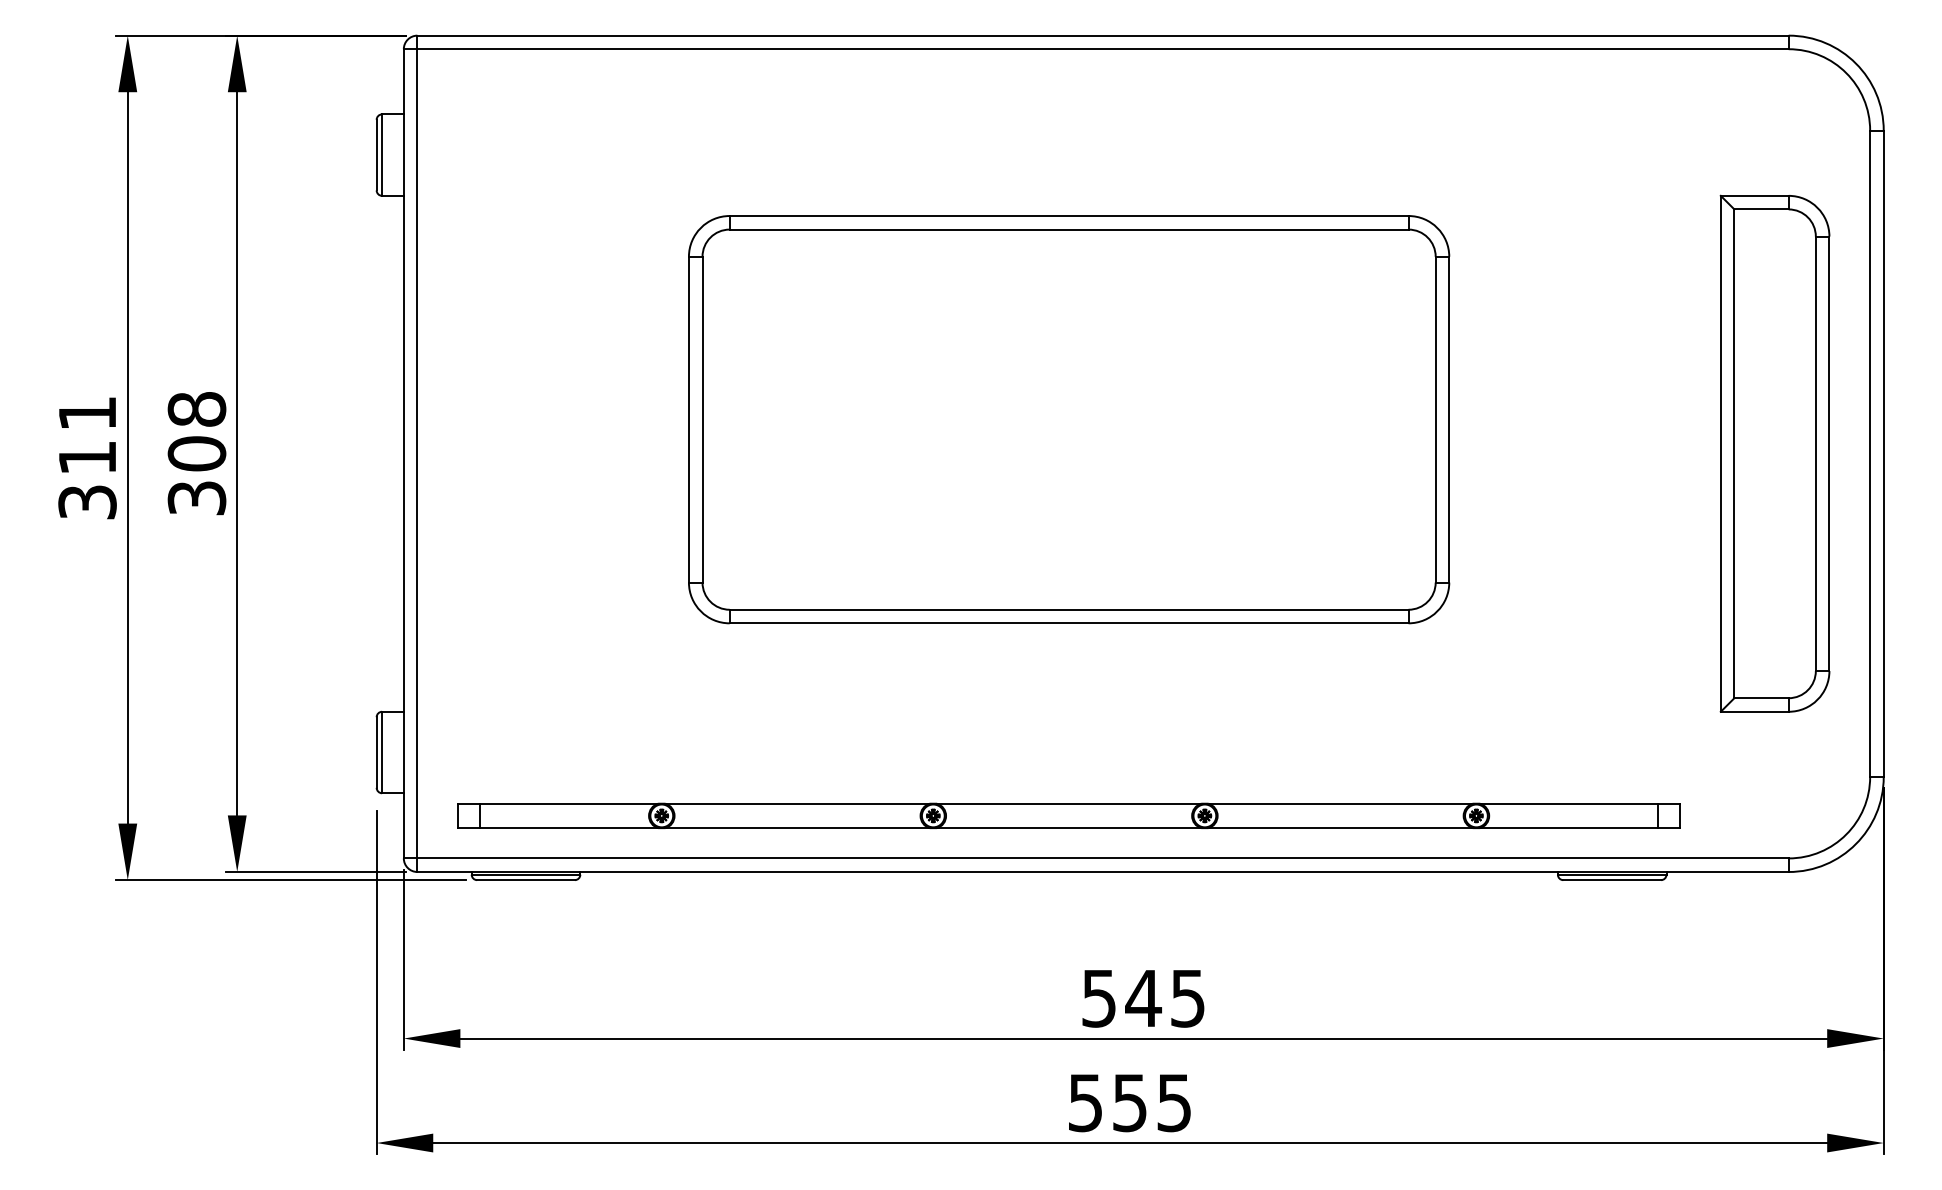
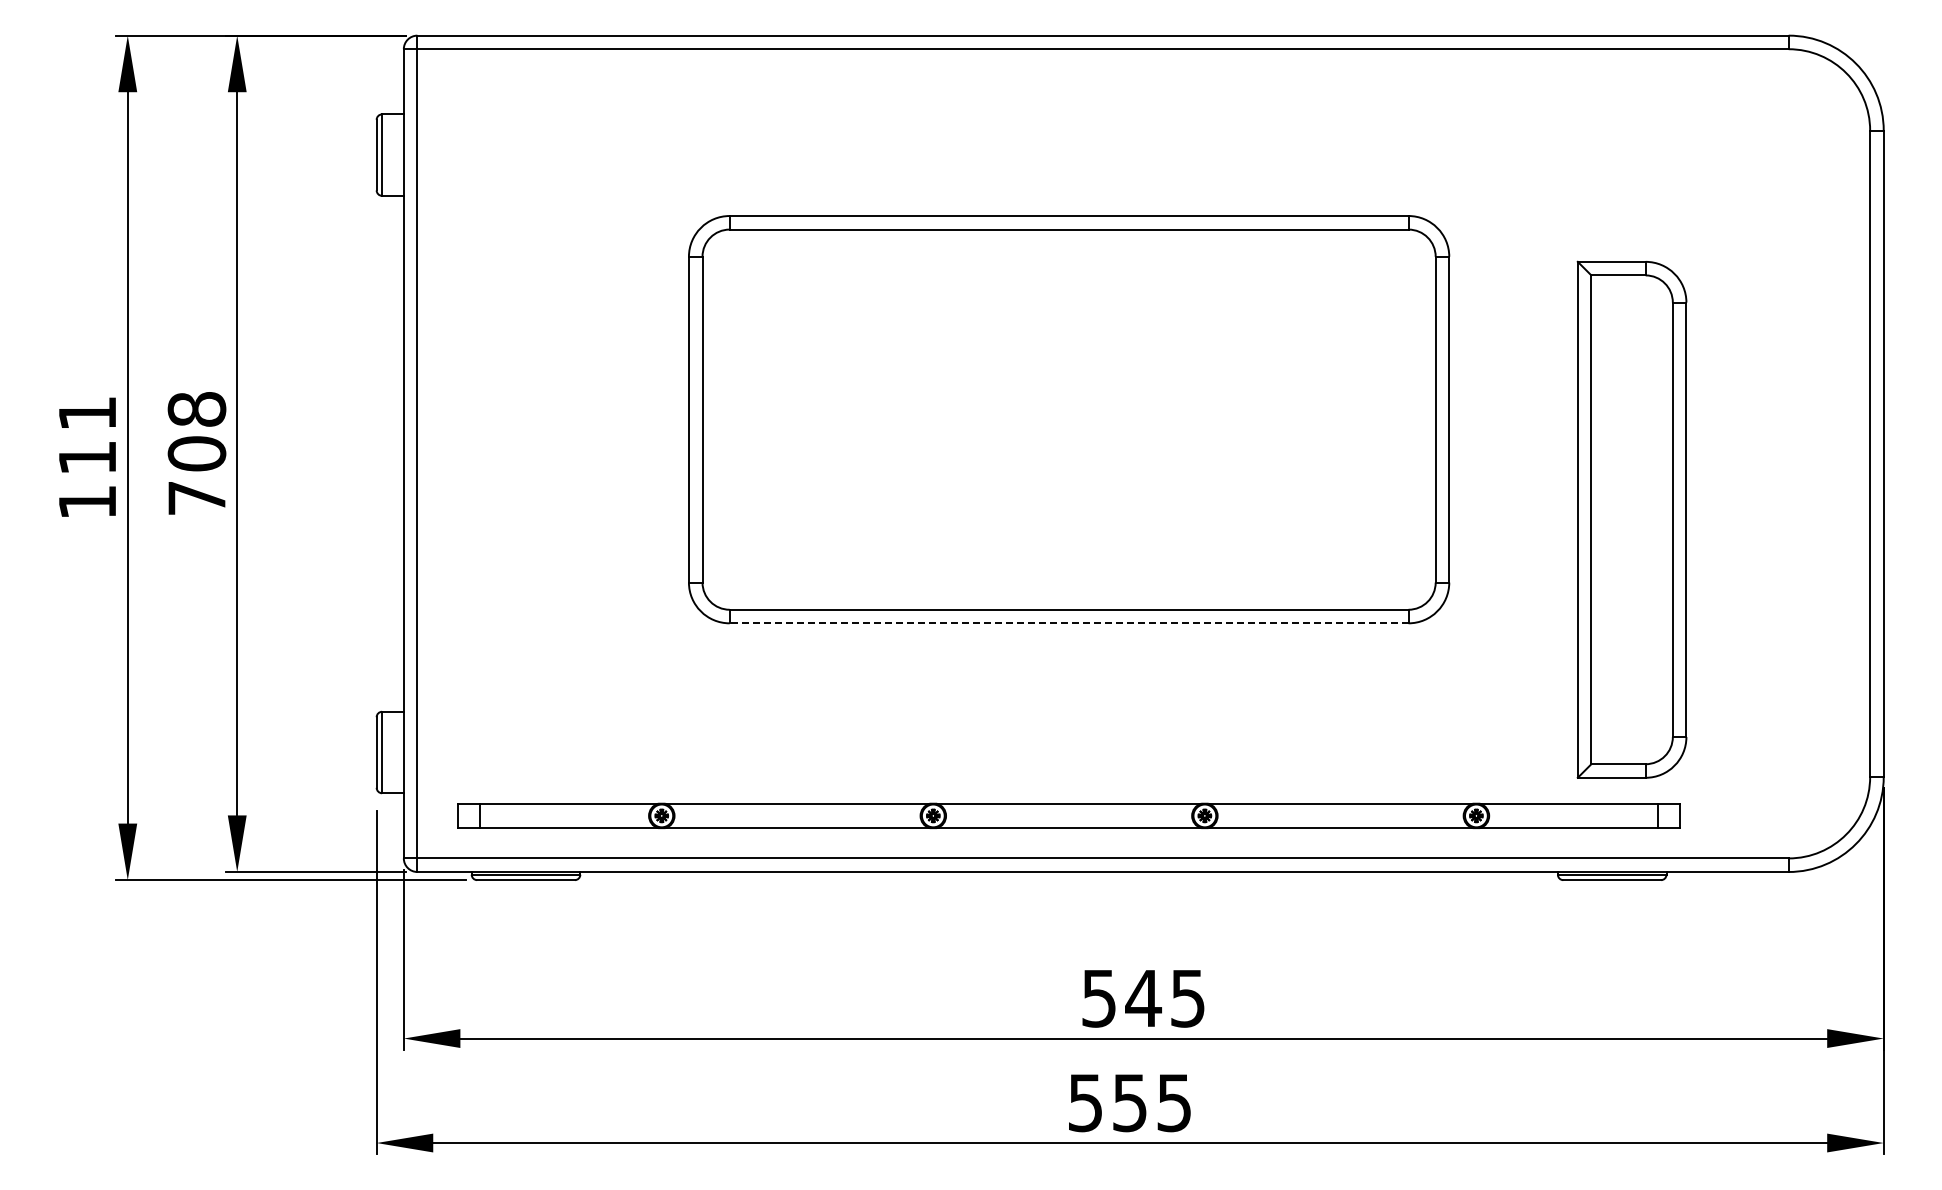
part at (1774, 453) position: (1774, 453) -> (1631, 519)
text at (196, 498): 308 -> 708
text at (87, 502): 311 -> 111
line at (1068, 623): solid -> dashed
